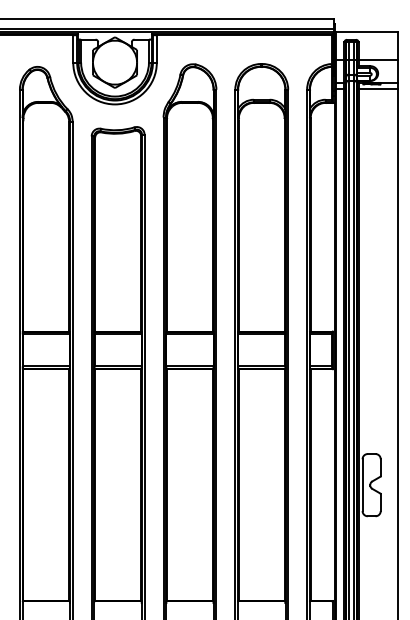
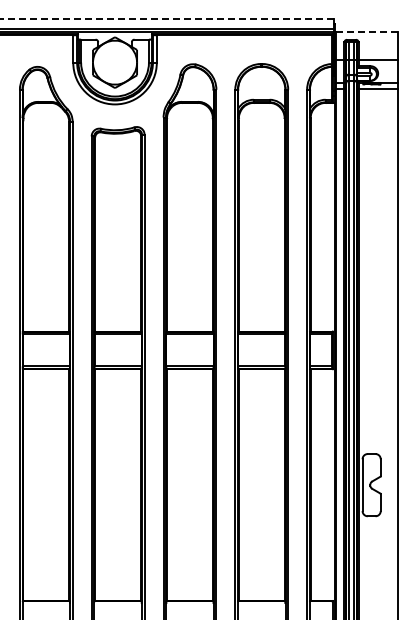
line at (167, 18): solid -> dashed
line at (366, 32): solid -> dashed
